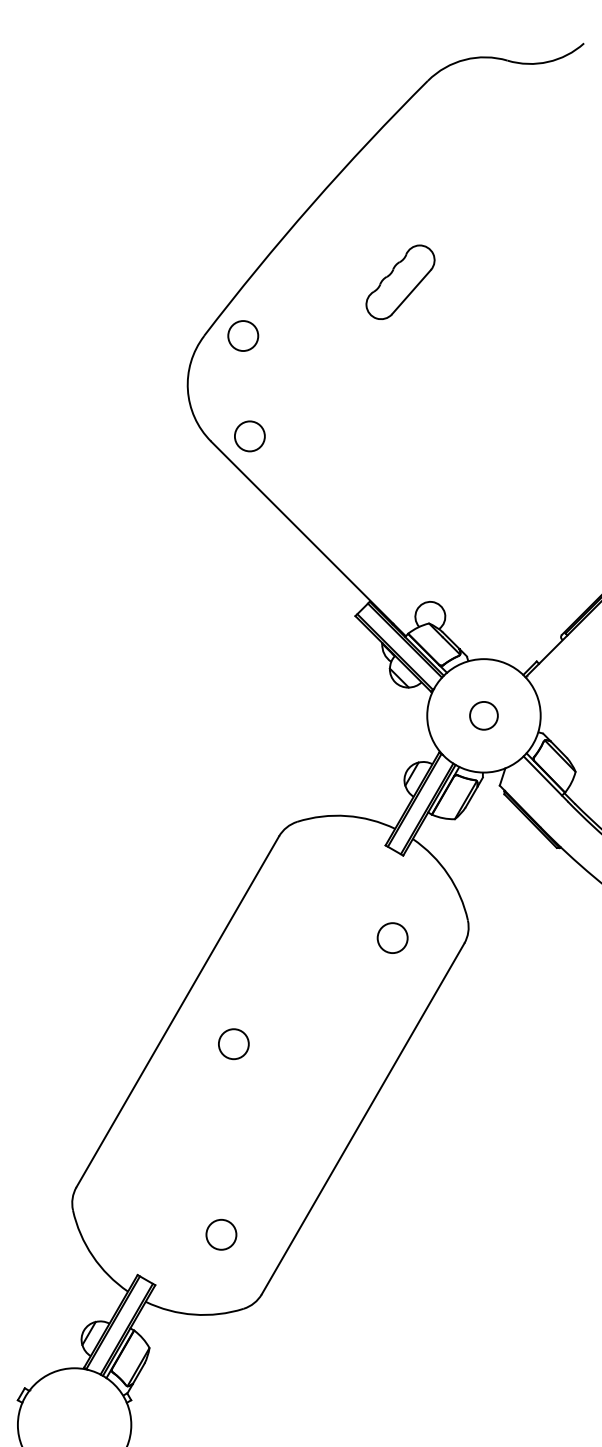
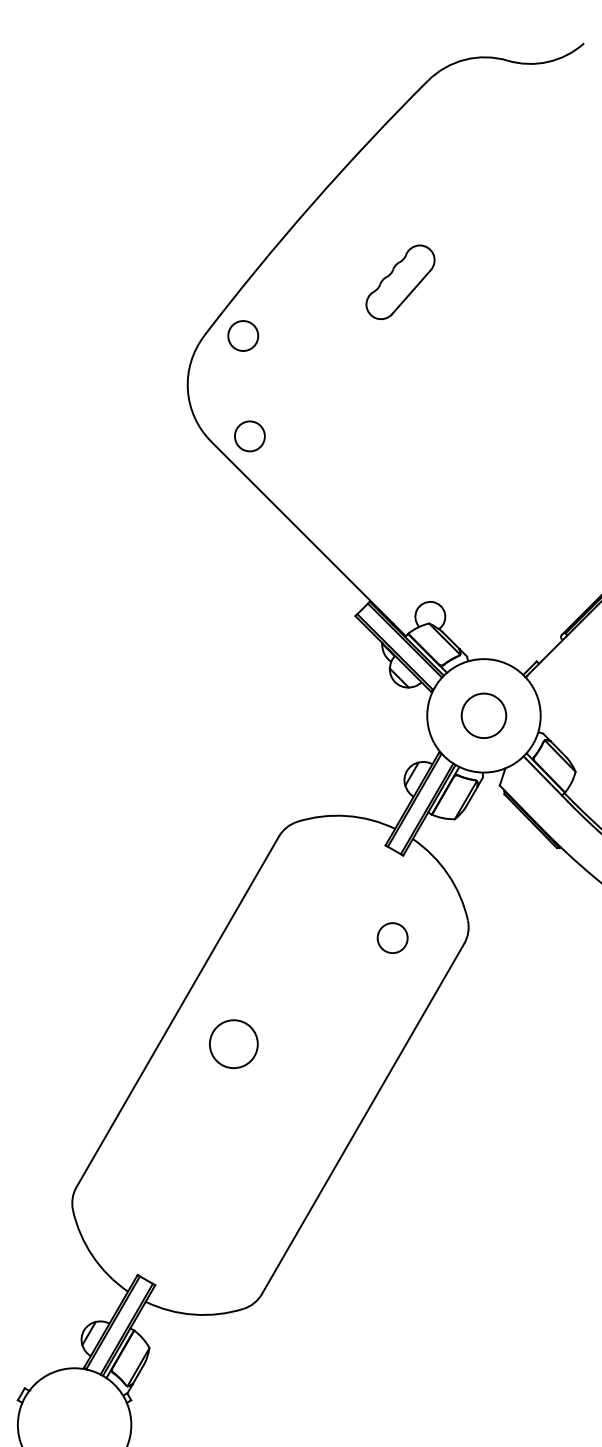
circle at (483, 715) diameter: 28 px -> 45 px
circle at (233, 1044) diameter: 30 px -> 48 px
circle at (221, 1234): present -> none
